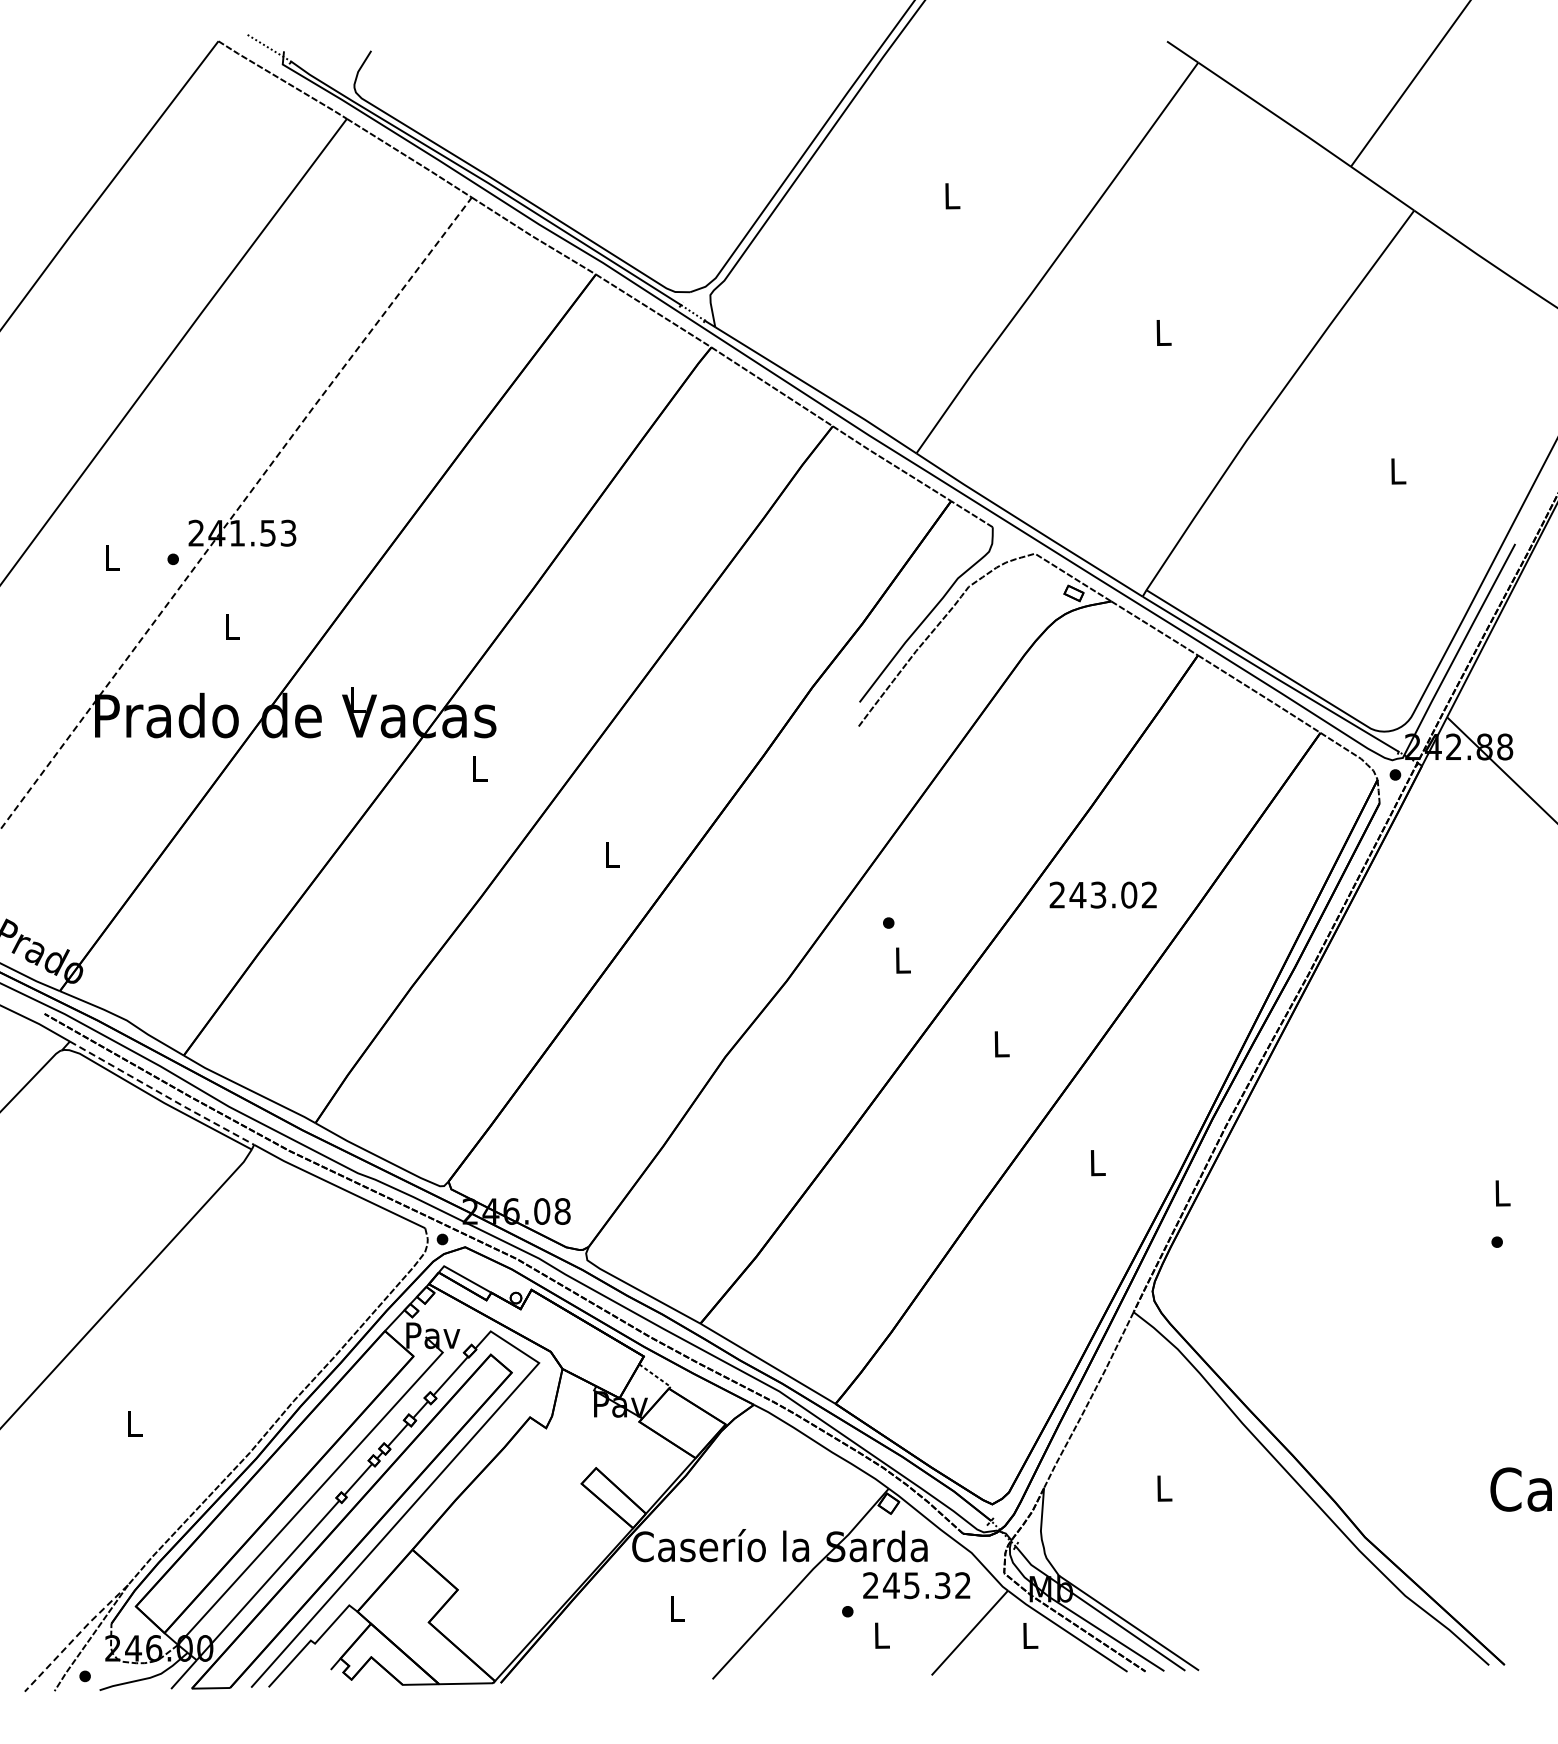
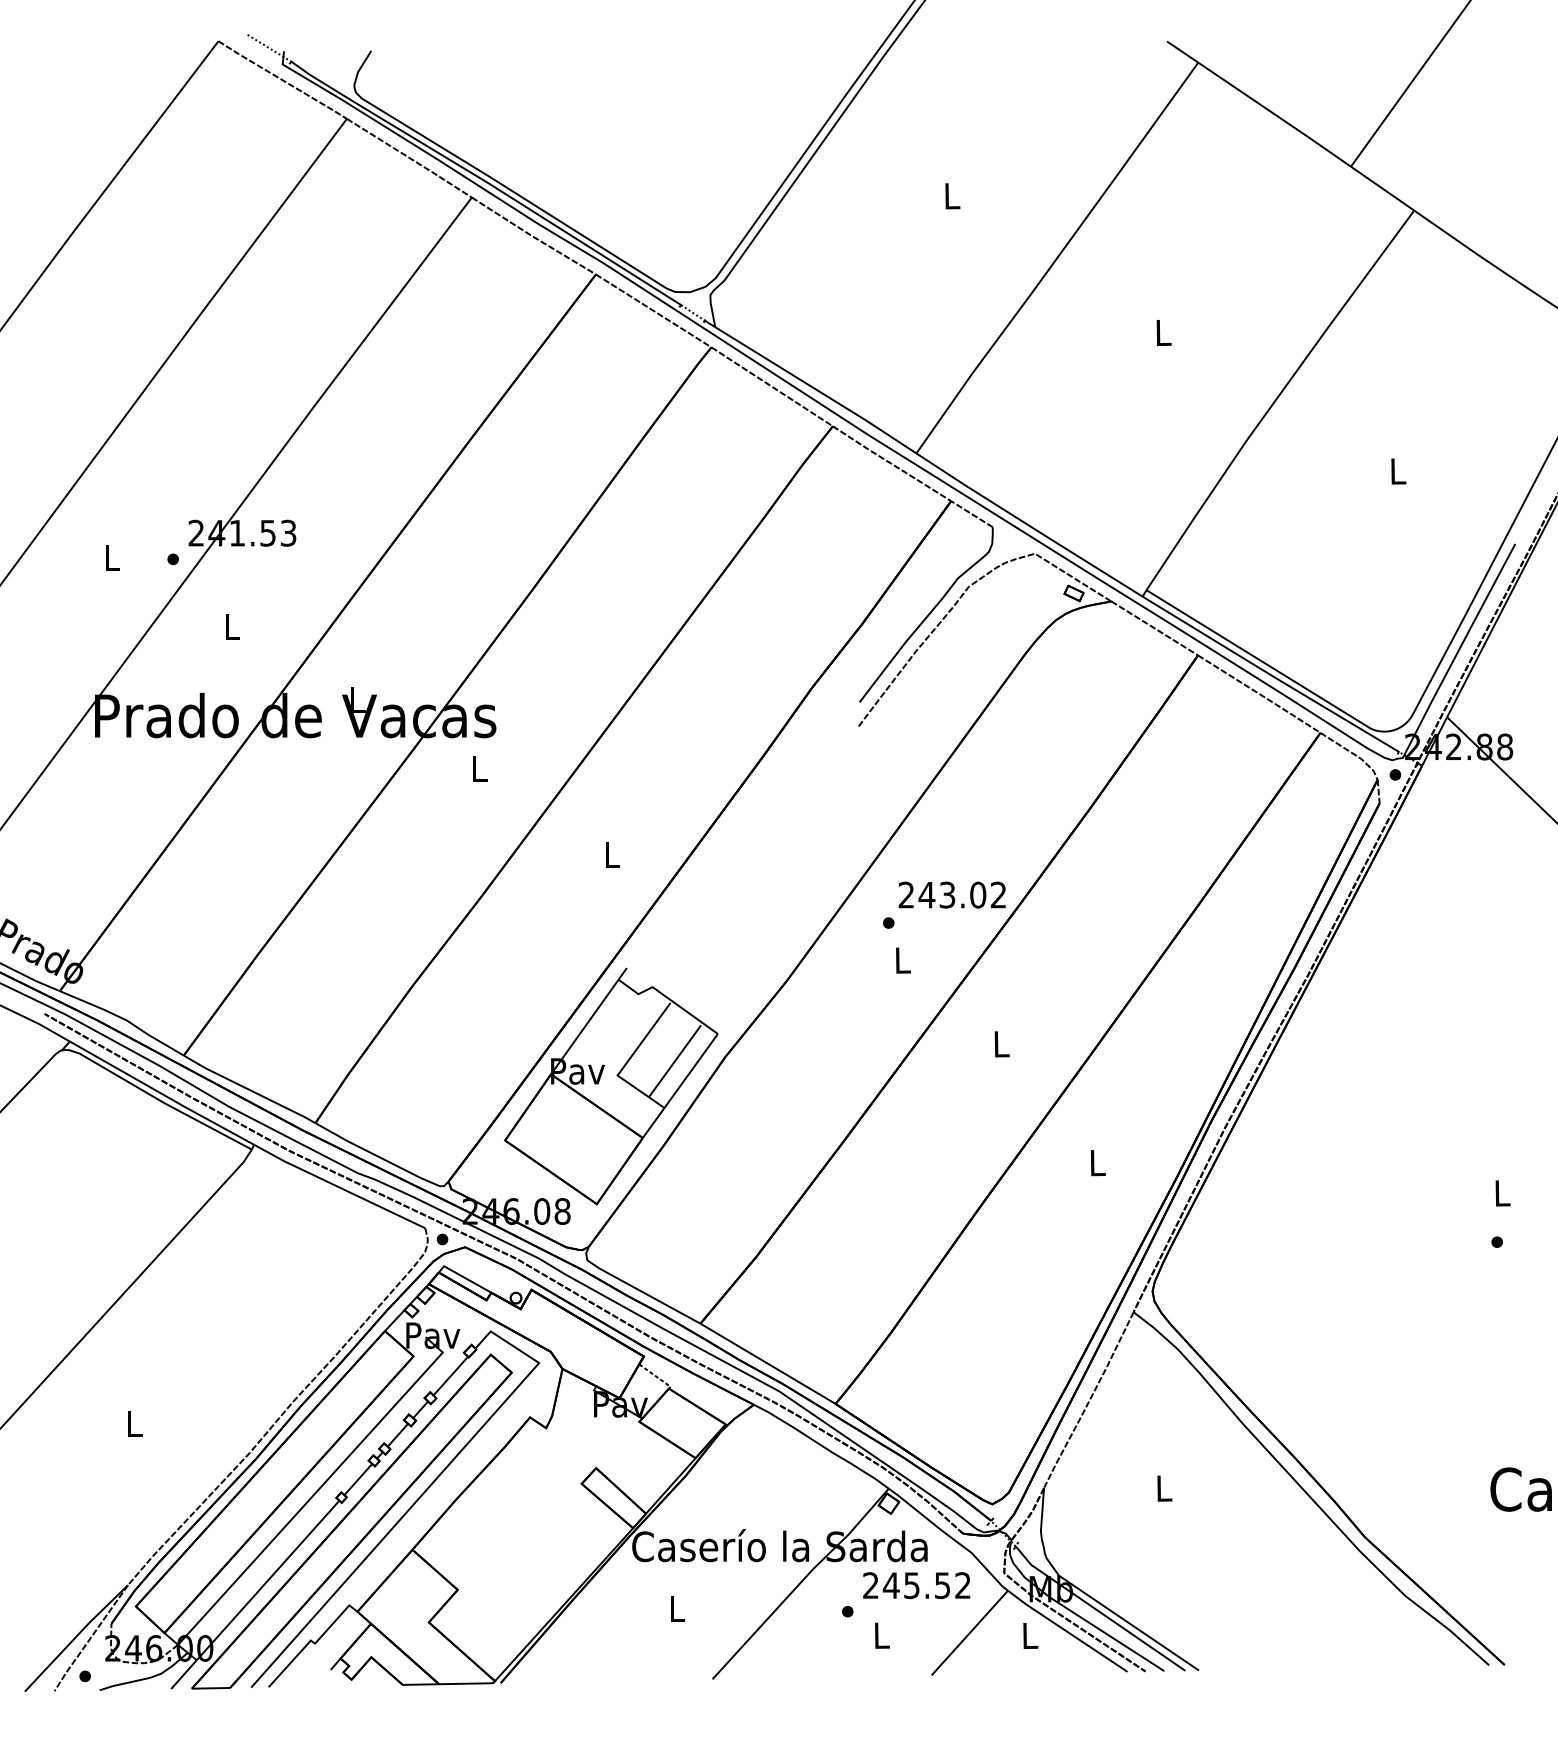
line at (235, 511): dashed -> solid
text at (1102, 894) position: (1102, 894) -> (951, 894)
part at (611, 1086): none -> present
line at (162, 1094): dashed -> solid
text at (942, 1585): 245.32 -> 245.52
line at (75, 1637): dashed -> solid
